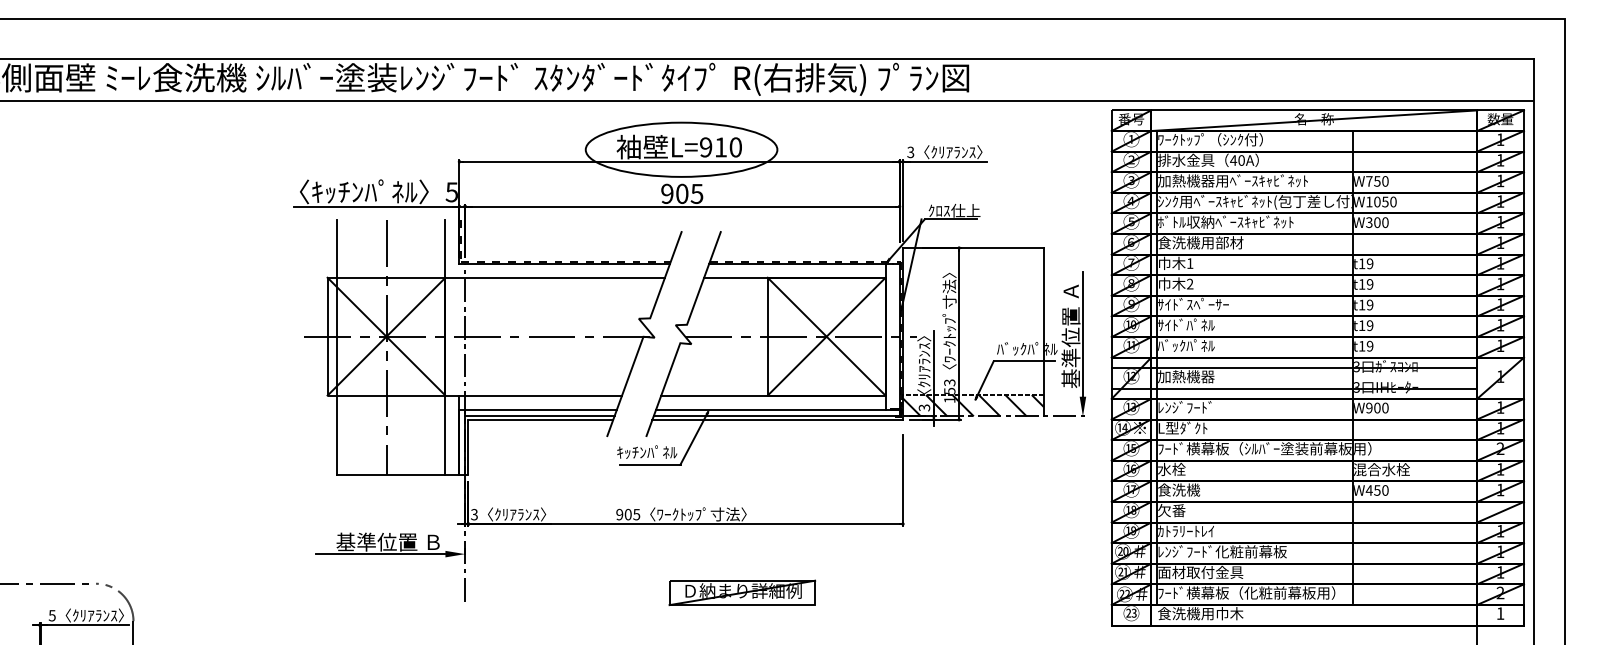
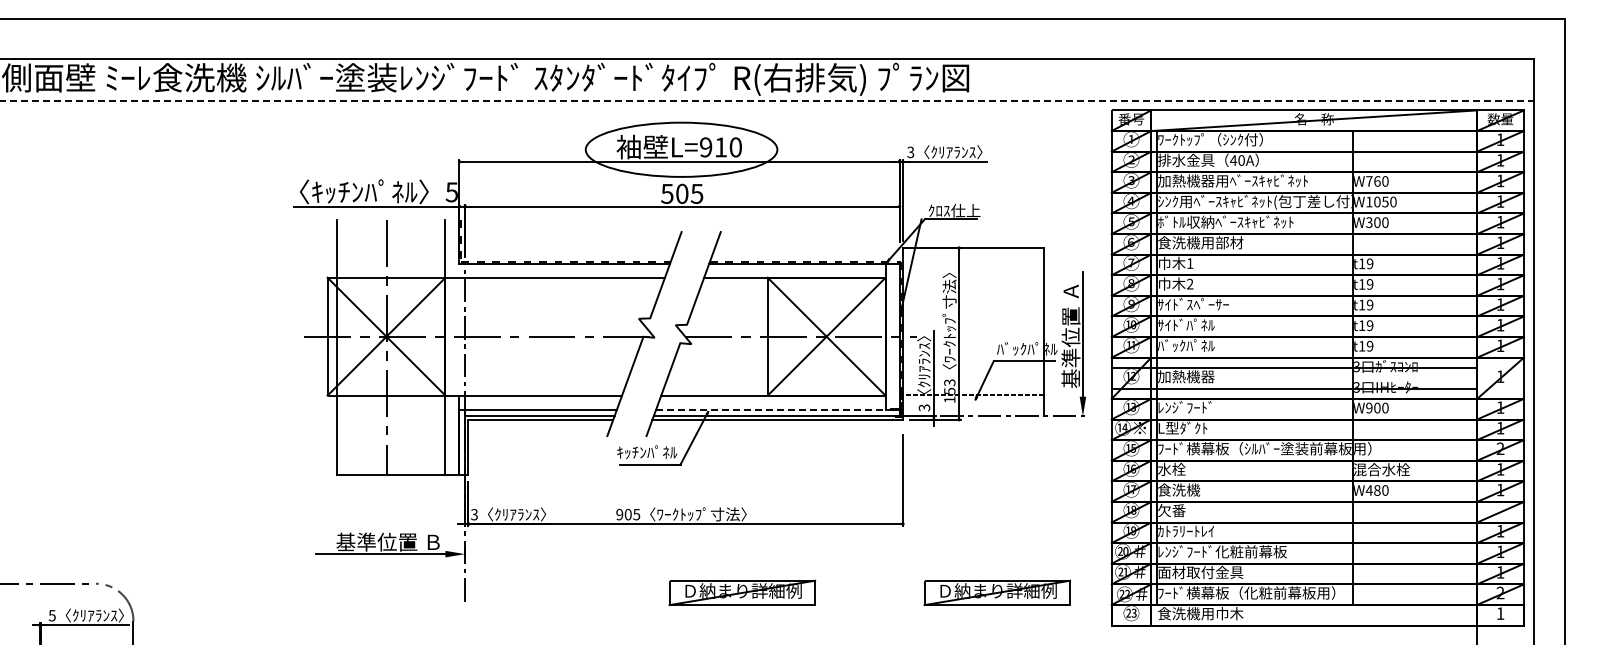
line at (767, 101): solid -> dashed
text at (1377, 181): W750 -> W760
text at (667, 193): 905 -> 505
hatch at (972, 405): present -> none
line at (777, 409): solid -> dashed
text at (1377, 490): W450 -> W480
part at (997, 592): none -> present
